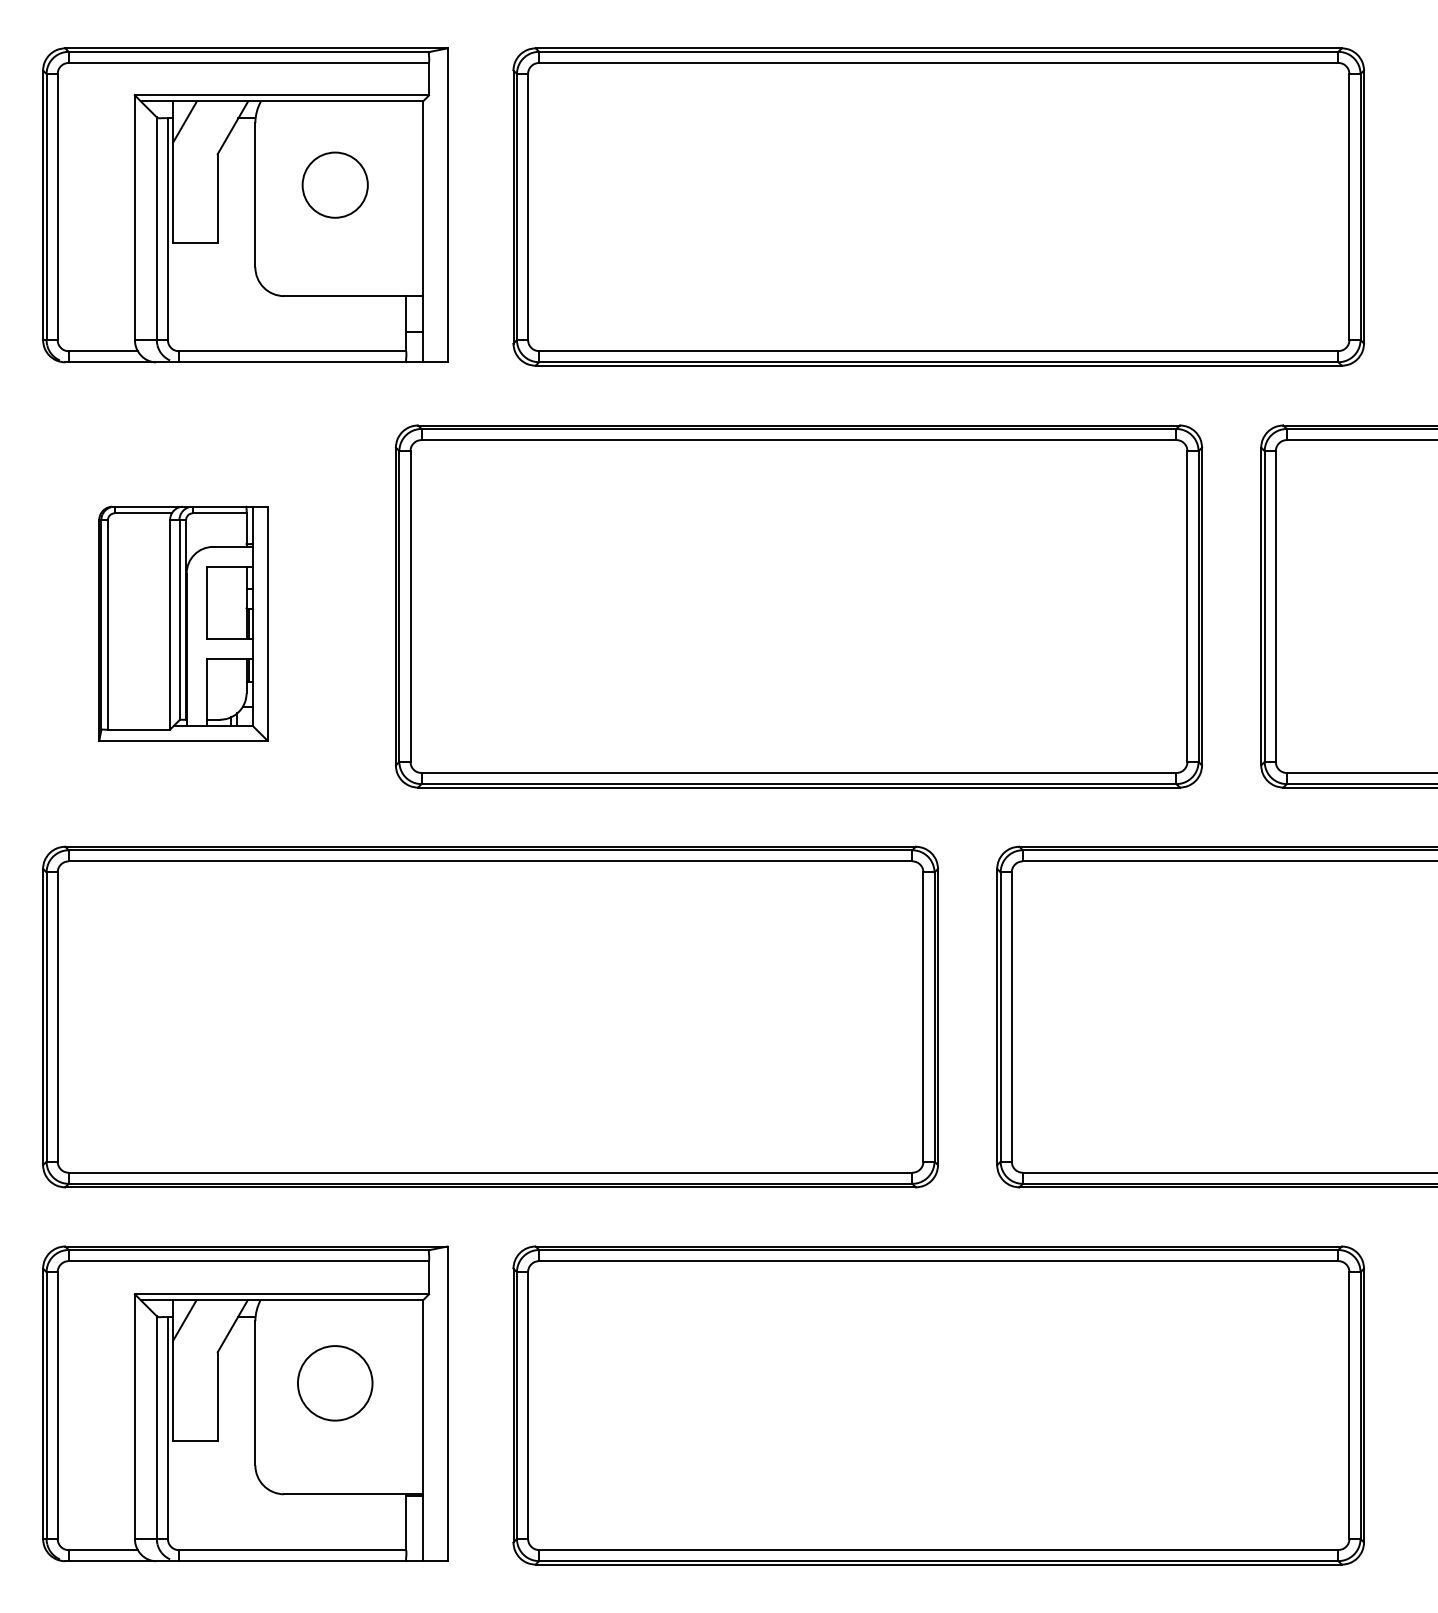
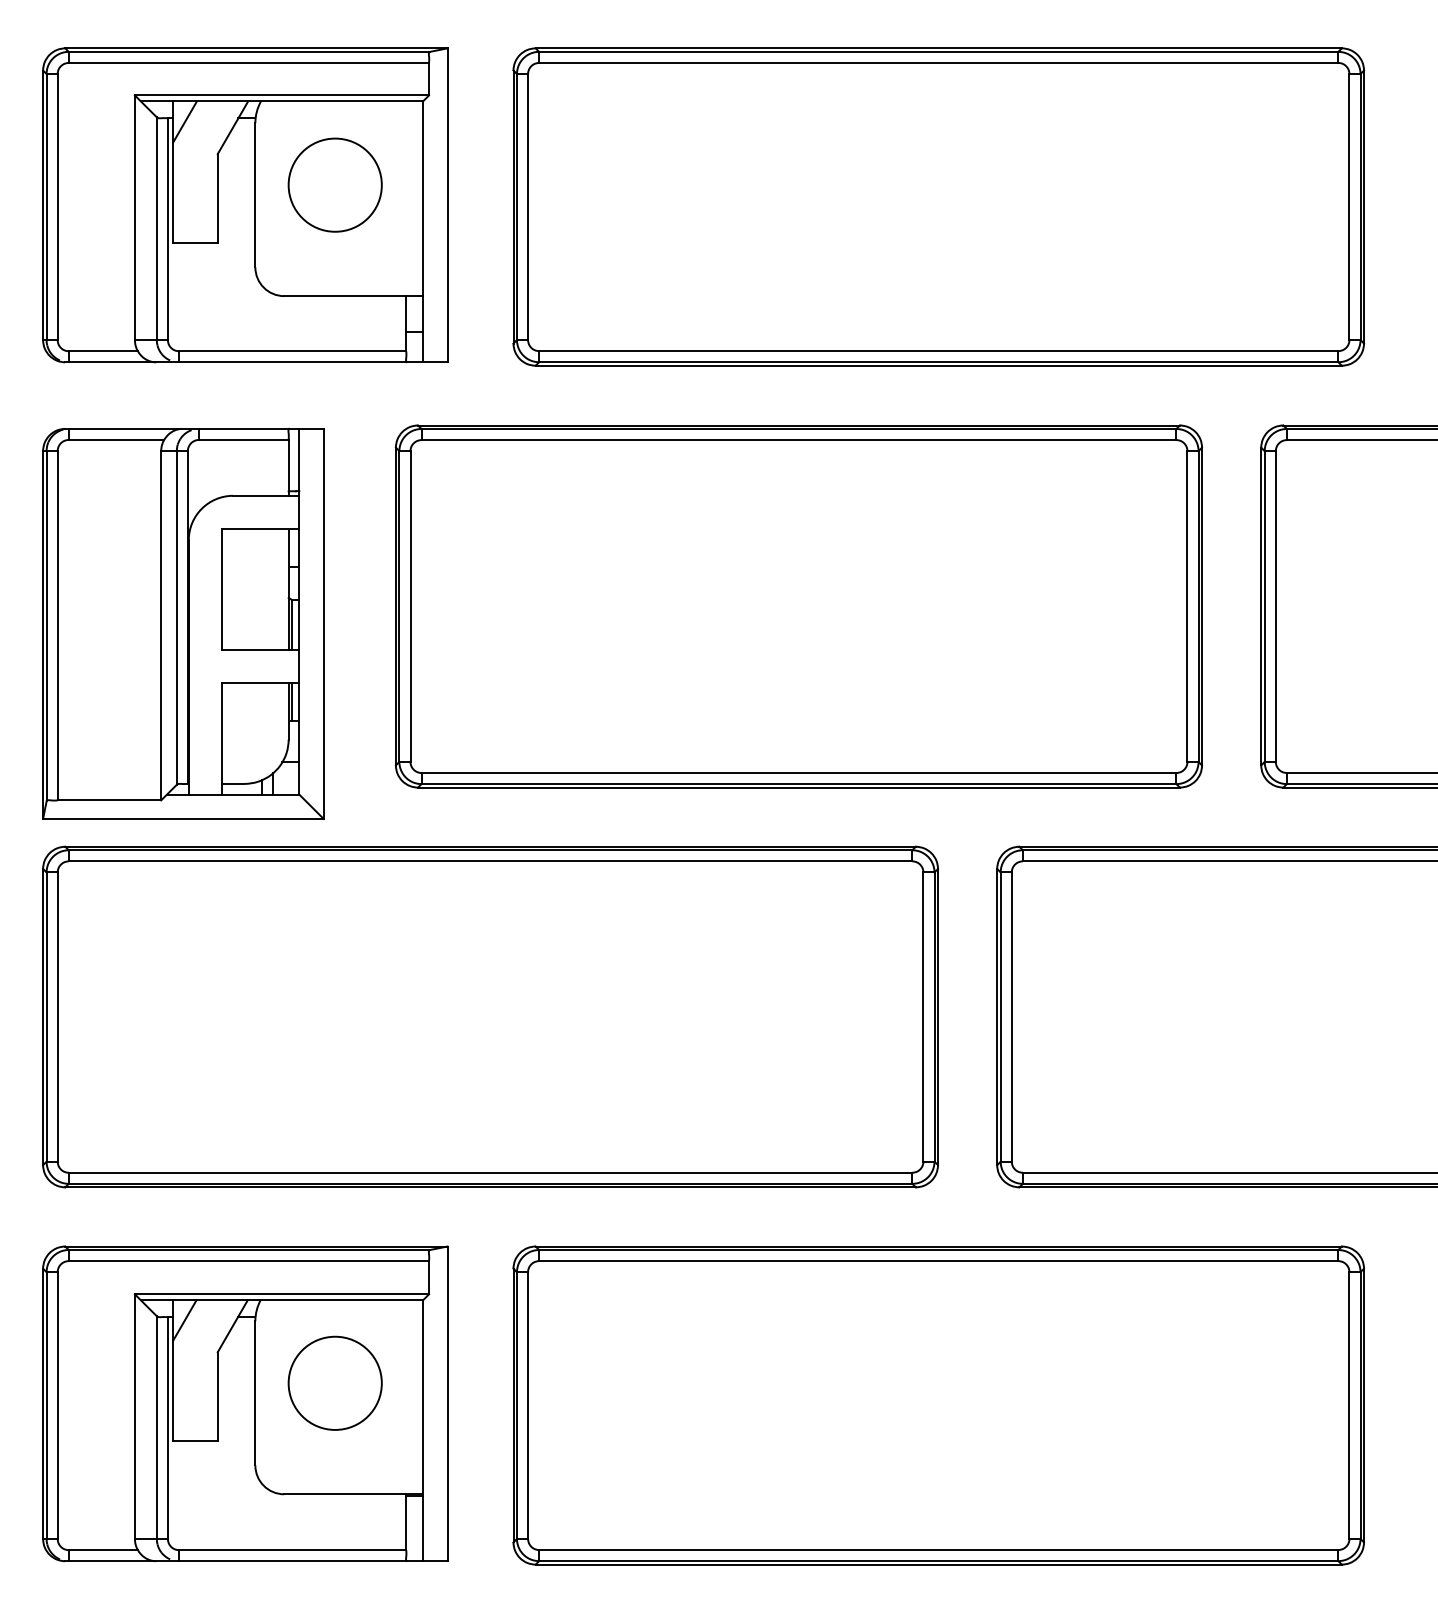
circle at (334, 184) diameter: 65 px -> 93 px
part at (183, 623) size: 171x237 px -> 283x393 px
circle at (334, 1383) diameter: 75 px -> 93 px
